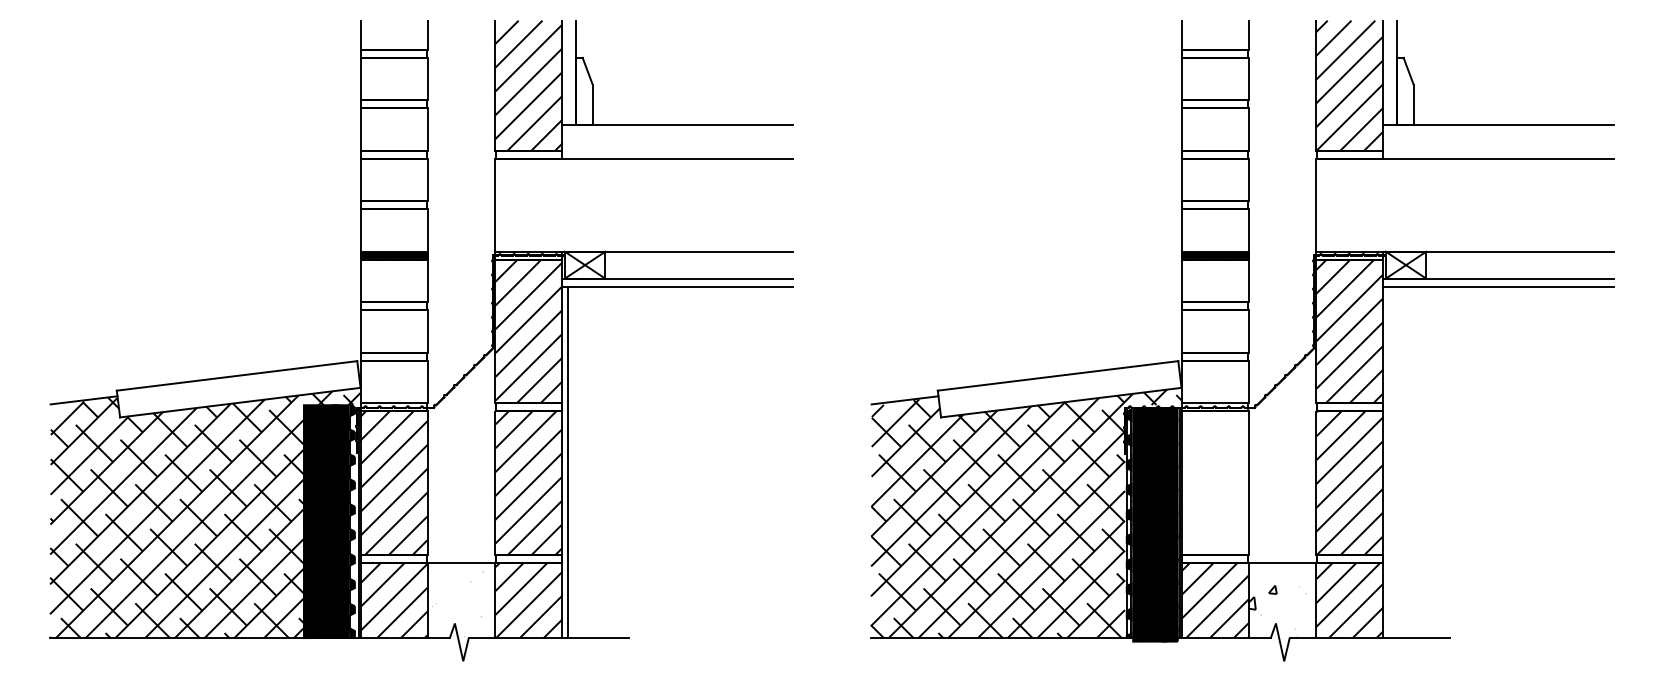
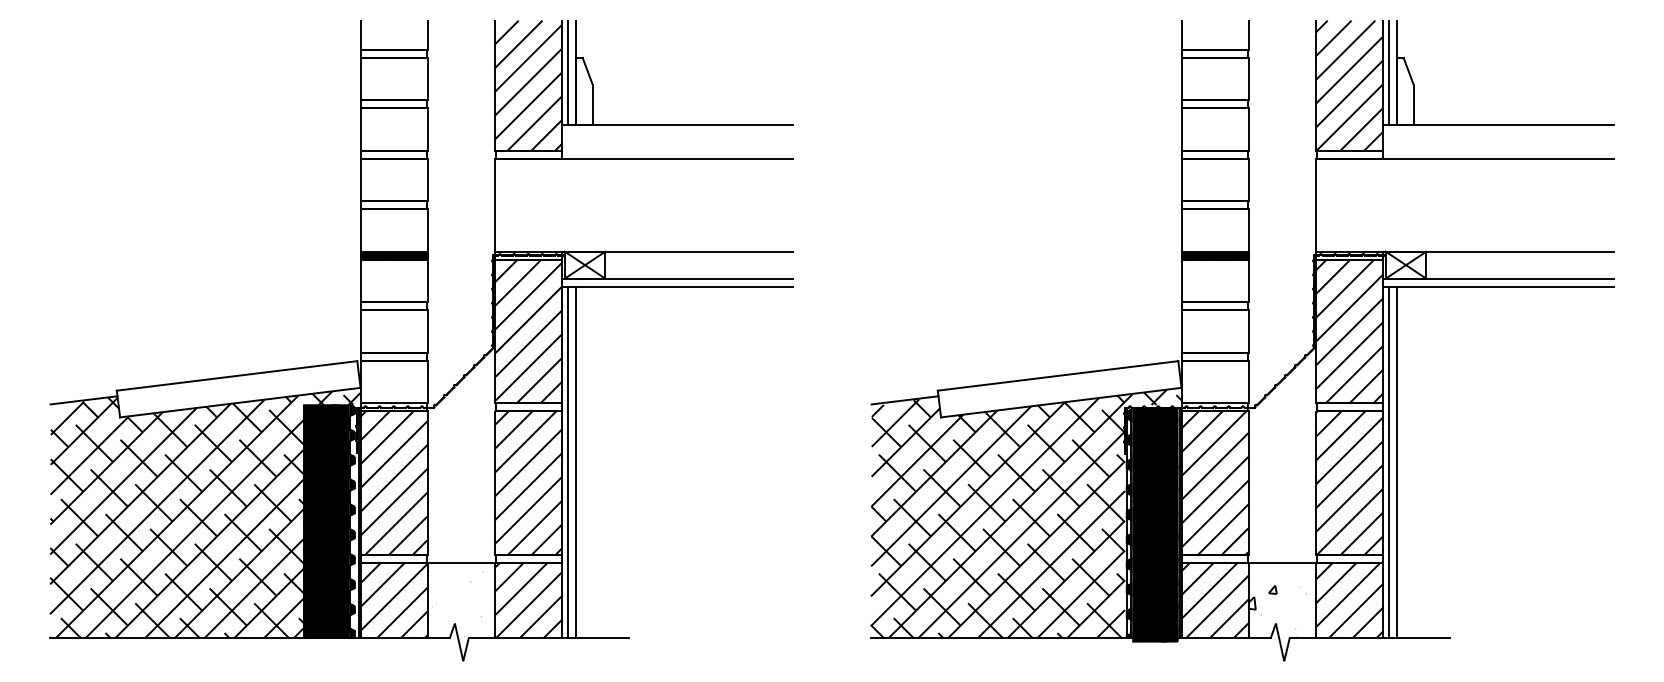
line at (567, 72): none -> present
line at (1388, 72): none -> present
line at (575, 462): none -> present
line at (1388, 462): none -> present
line at (1396, 462): none -> present
hatch at (1214, 482): none -> present
